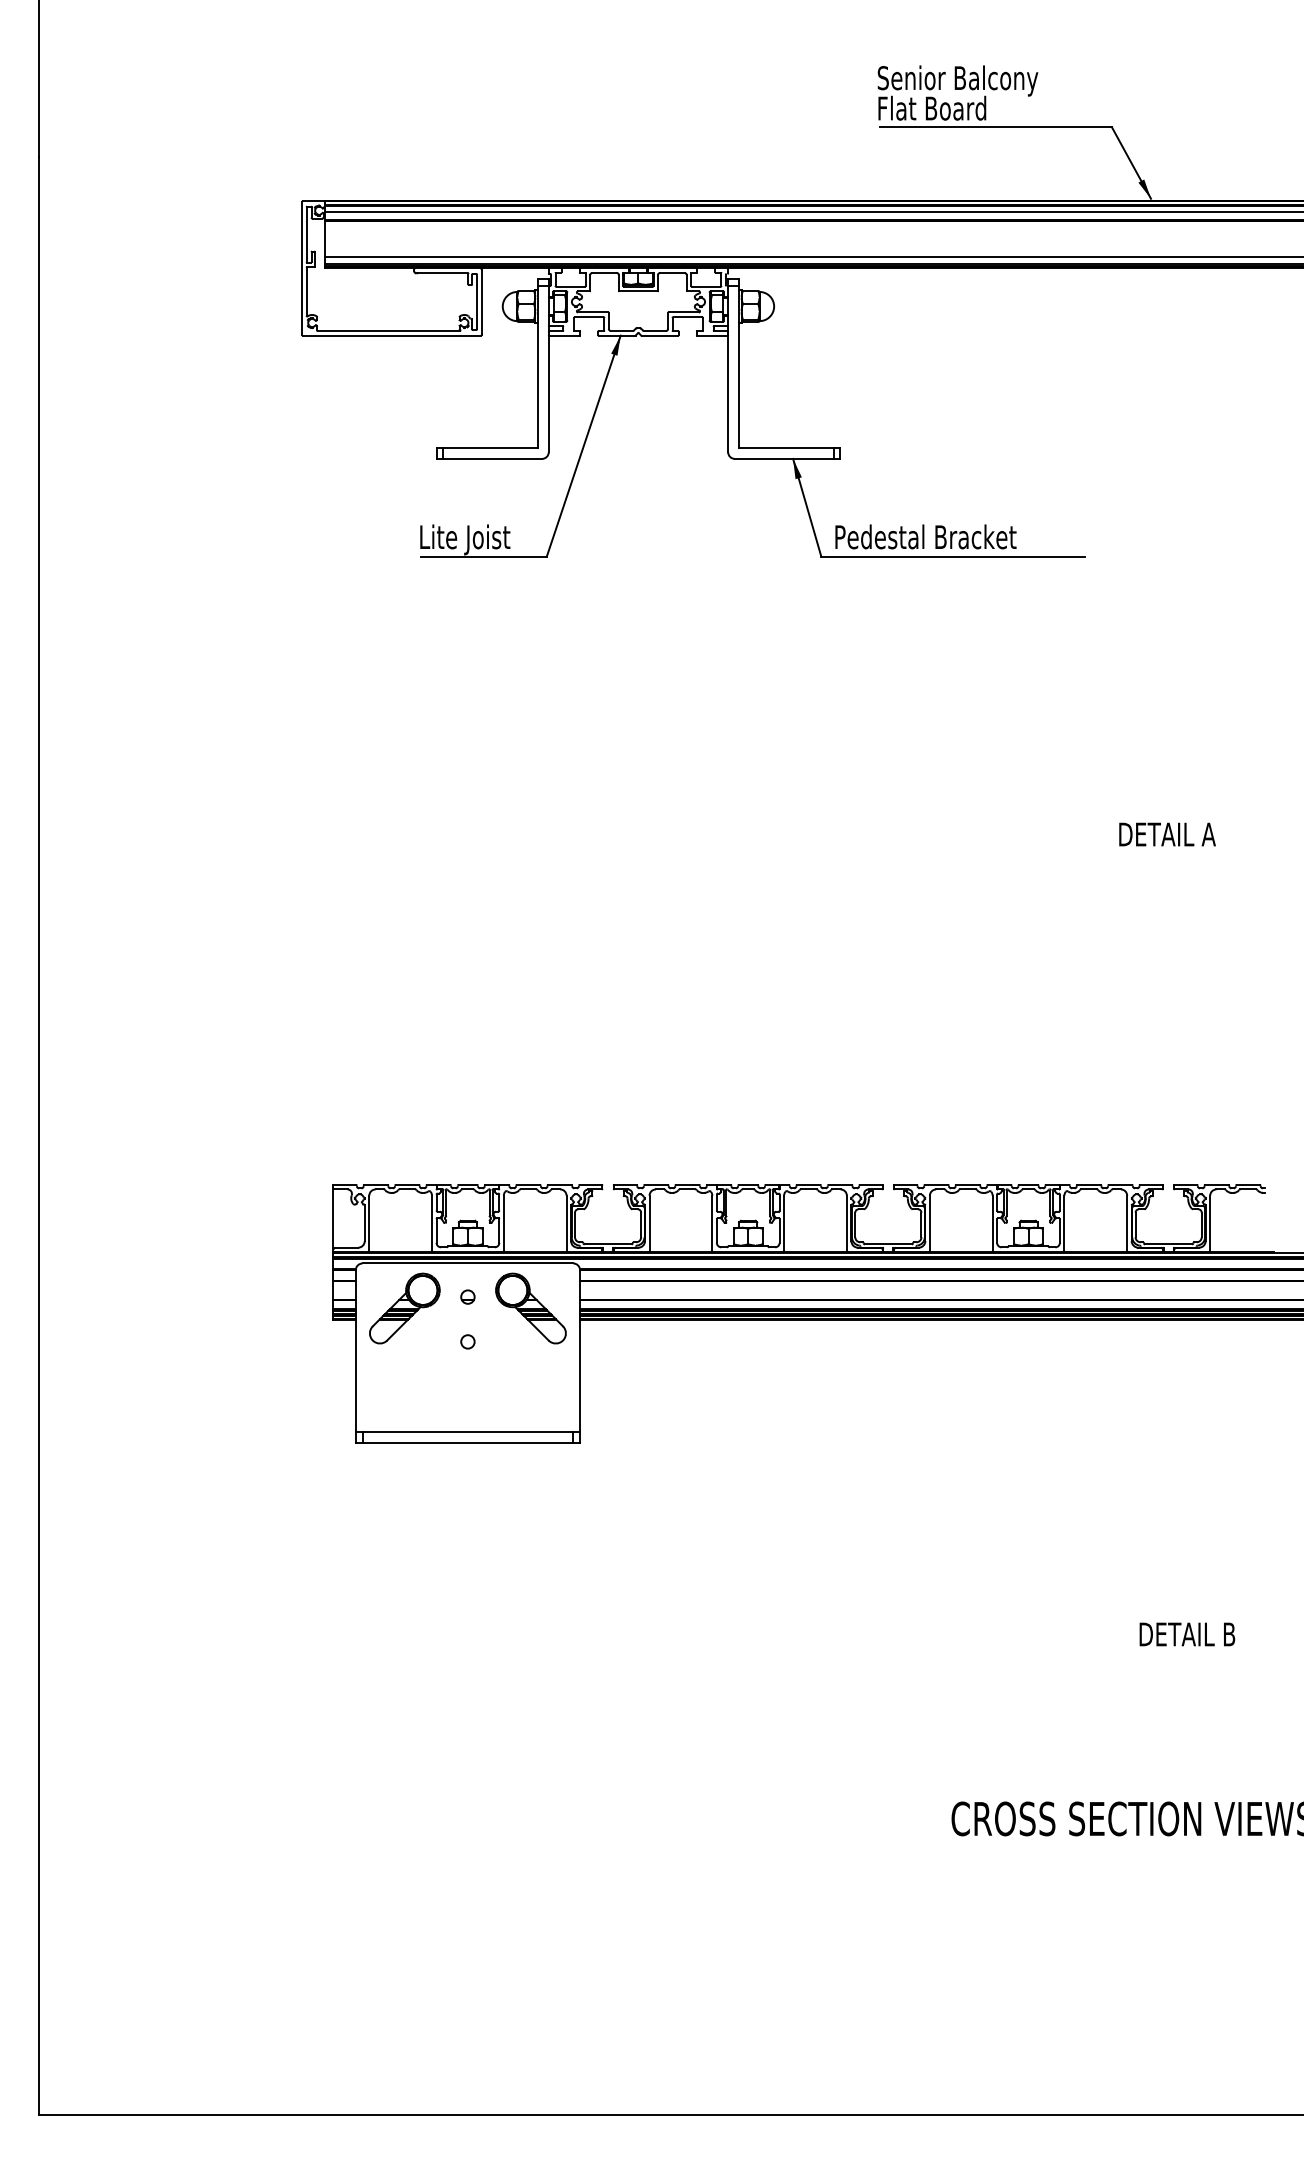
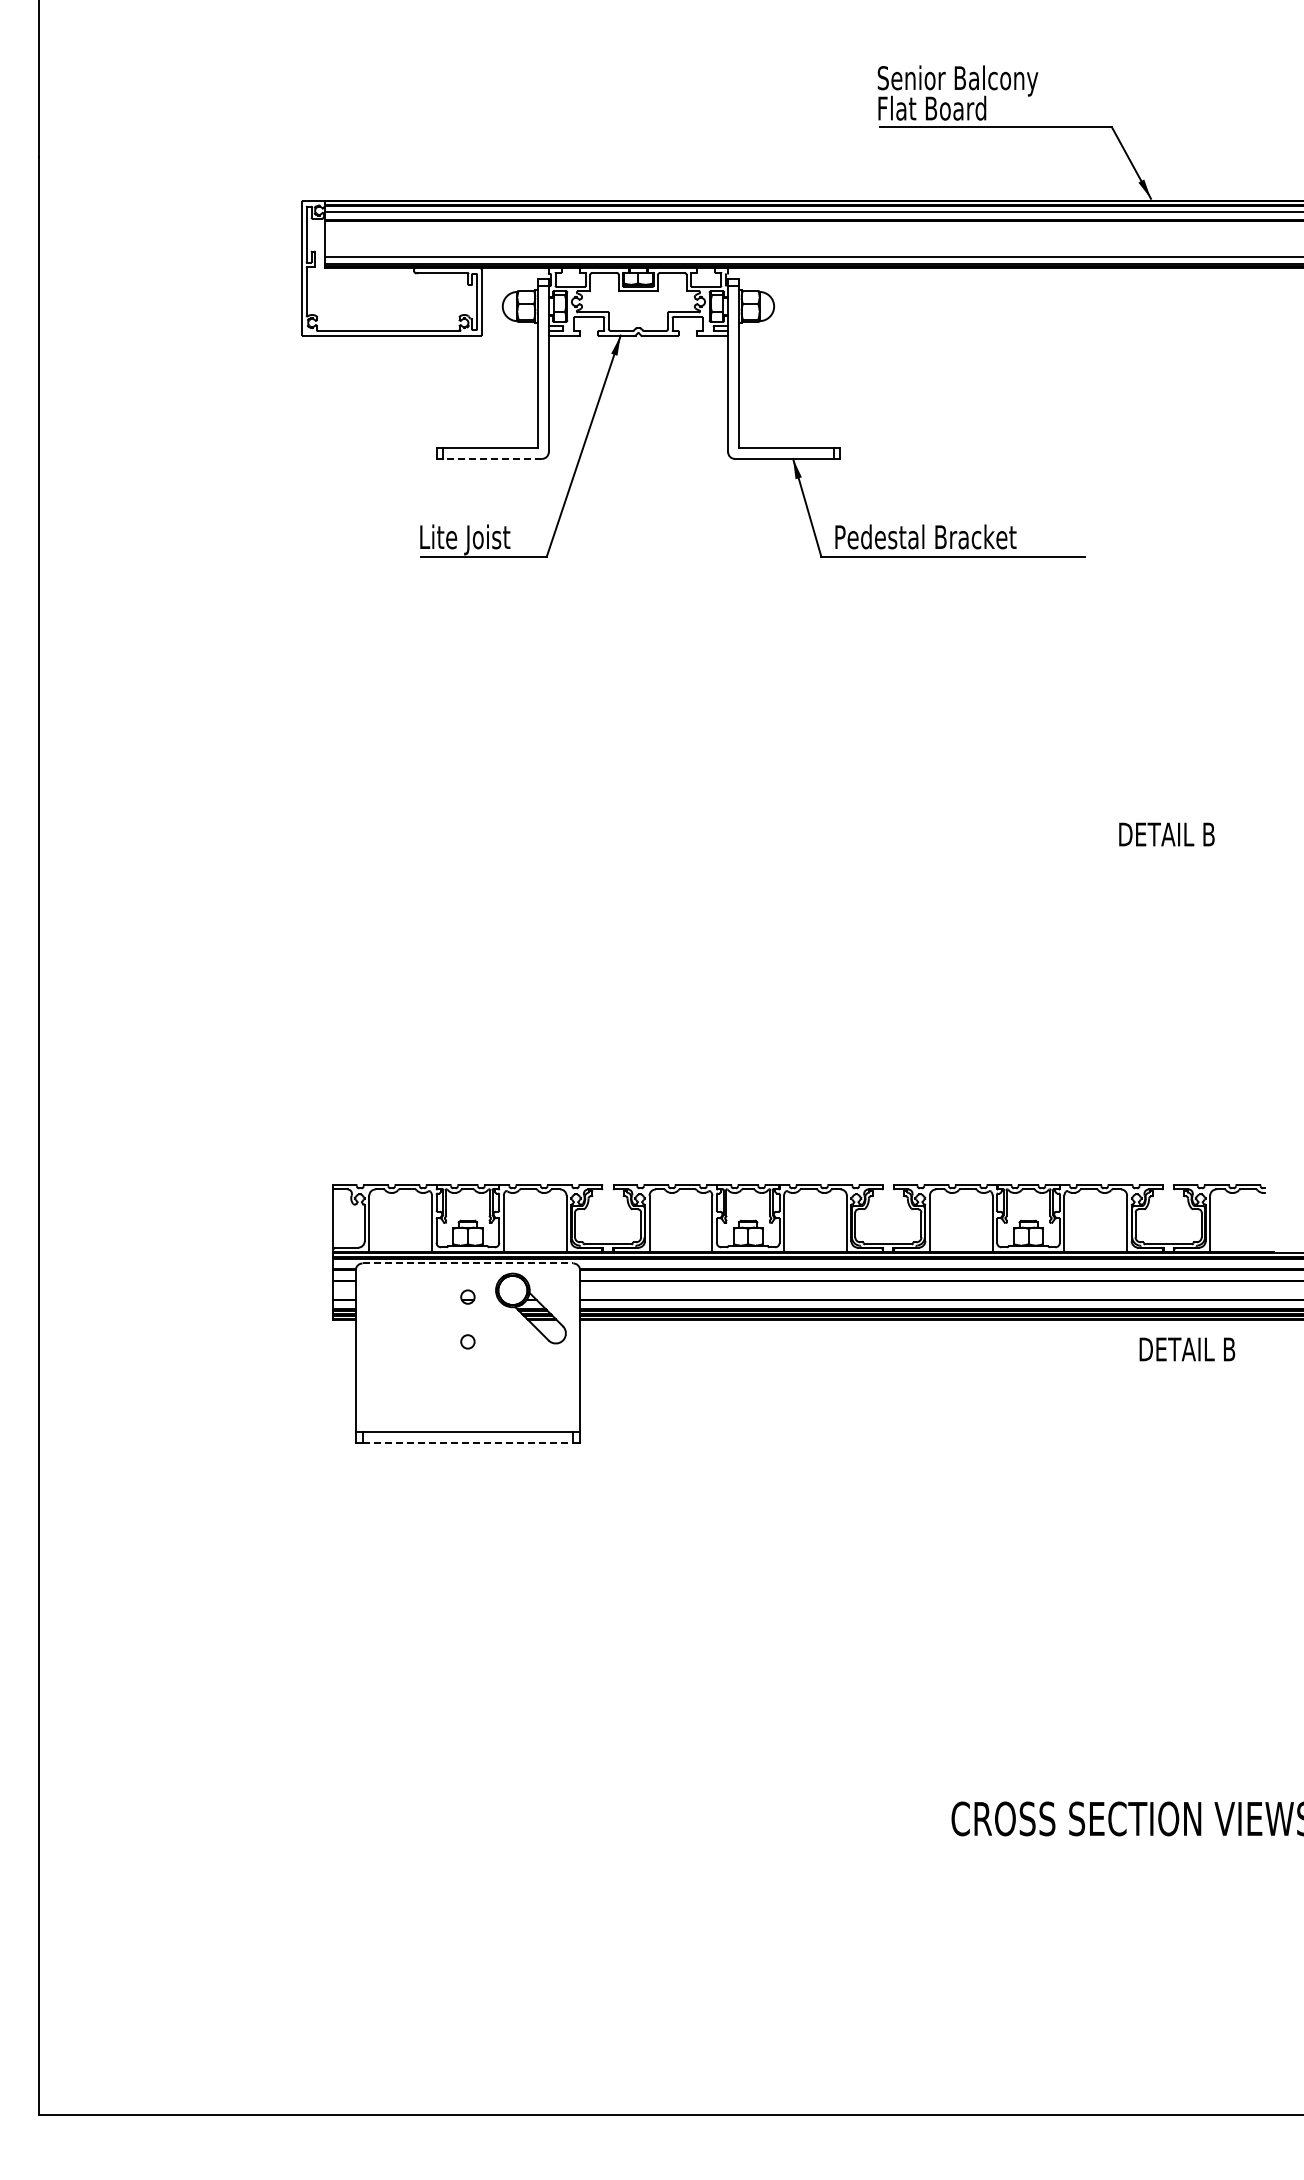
line at (492, 458): solid -> dashed
text at (1208, 834): DETAIL A -> DETAIL B
line at (468, 1263): solid -> dashed
part at (404, 1308): present -> none
line at (468, 1442): solid -> dashed
text at (1187, 1634) position: (1187, 1634) -> (1187, 1349)
